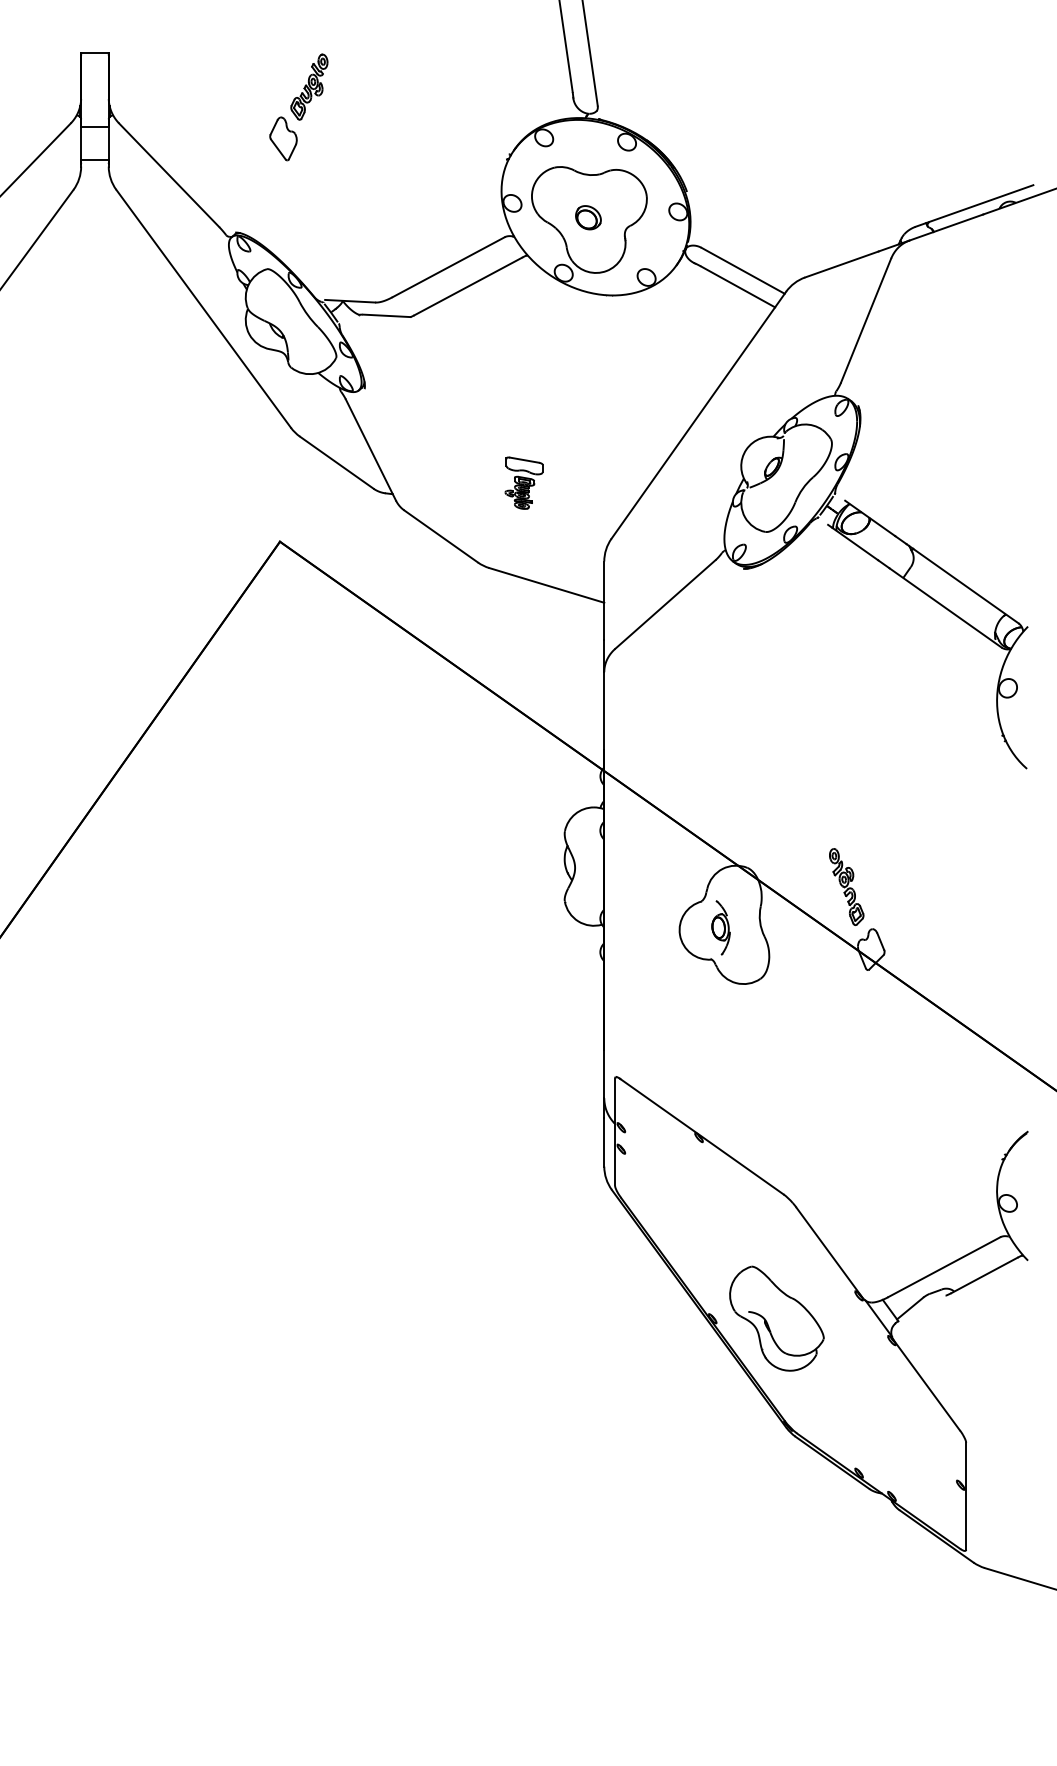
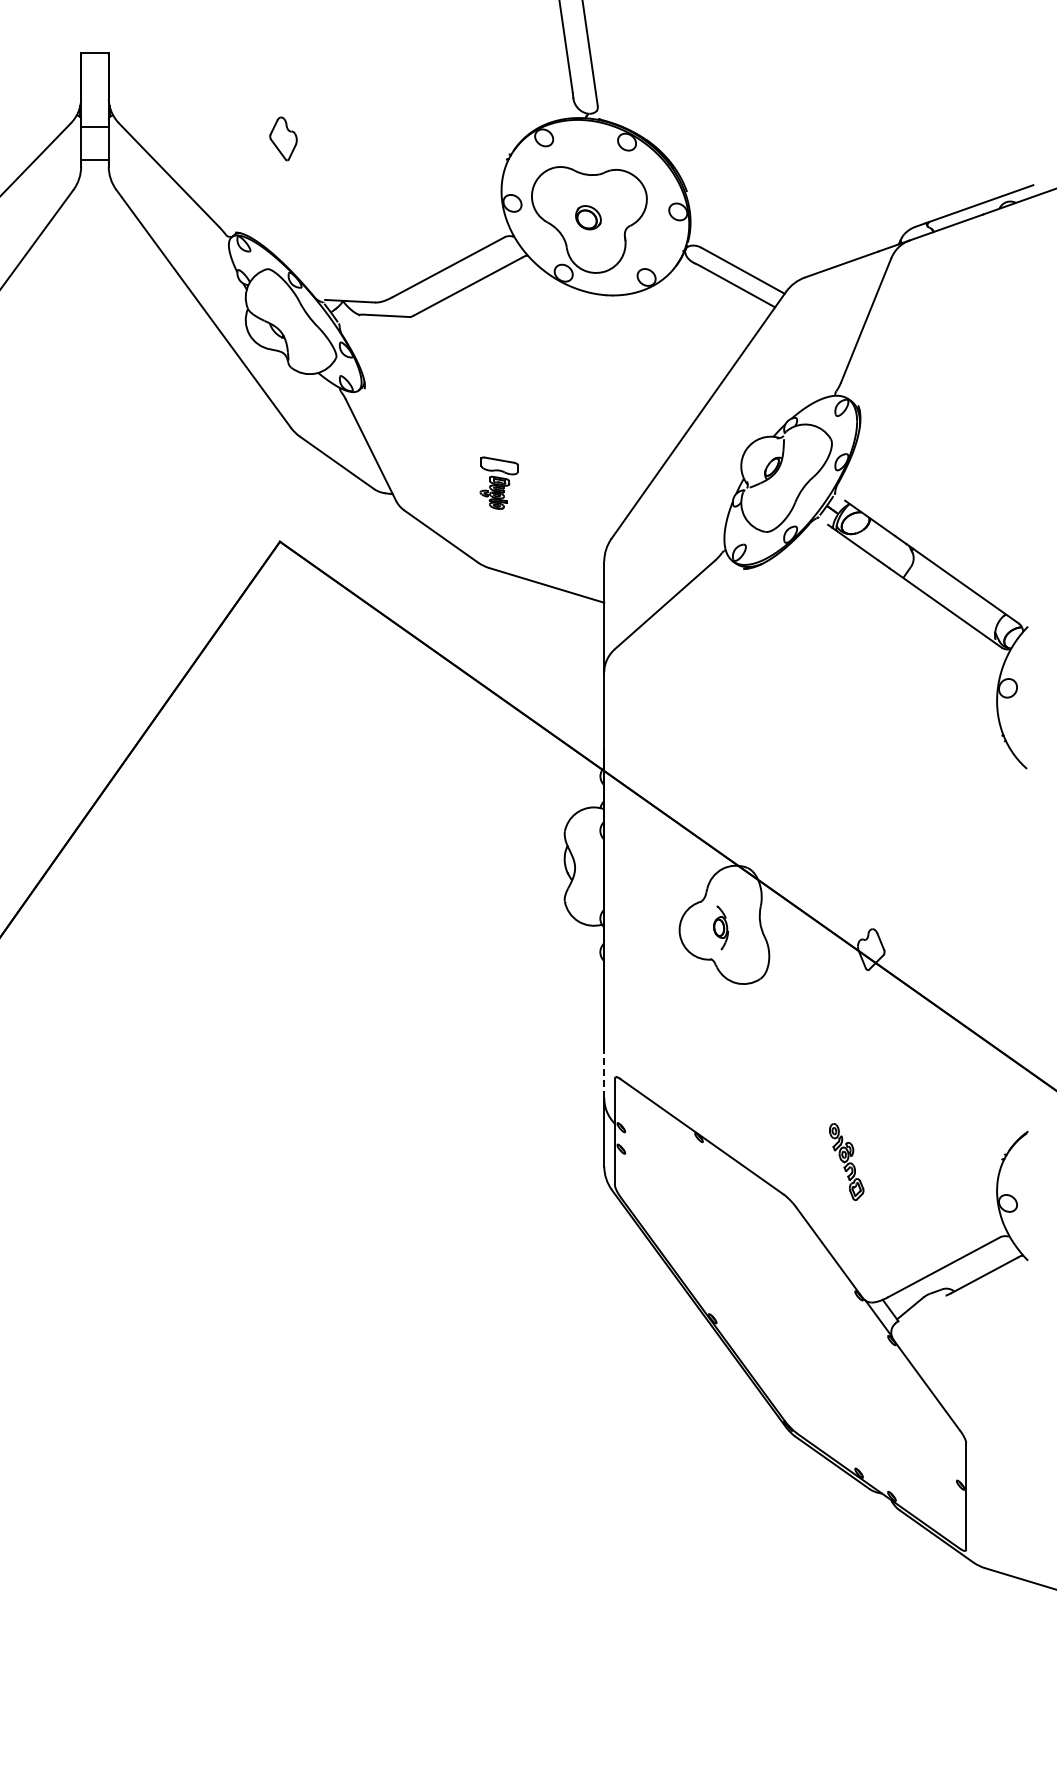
part at (309, 86): present -> none
part at (523, 482) position: (523, 482) -> (498, 482)
part at (846, 886) position: (846, 886) -> (846, 1161)
part at (720, 927) size: 20x56 px -> 17x46 px
line at (604, 1073): solid -> dashed
part at (776, 1318): present -> none
